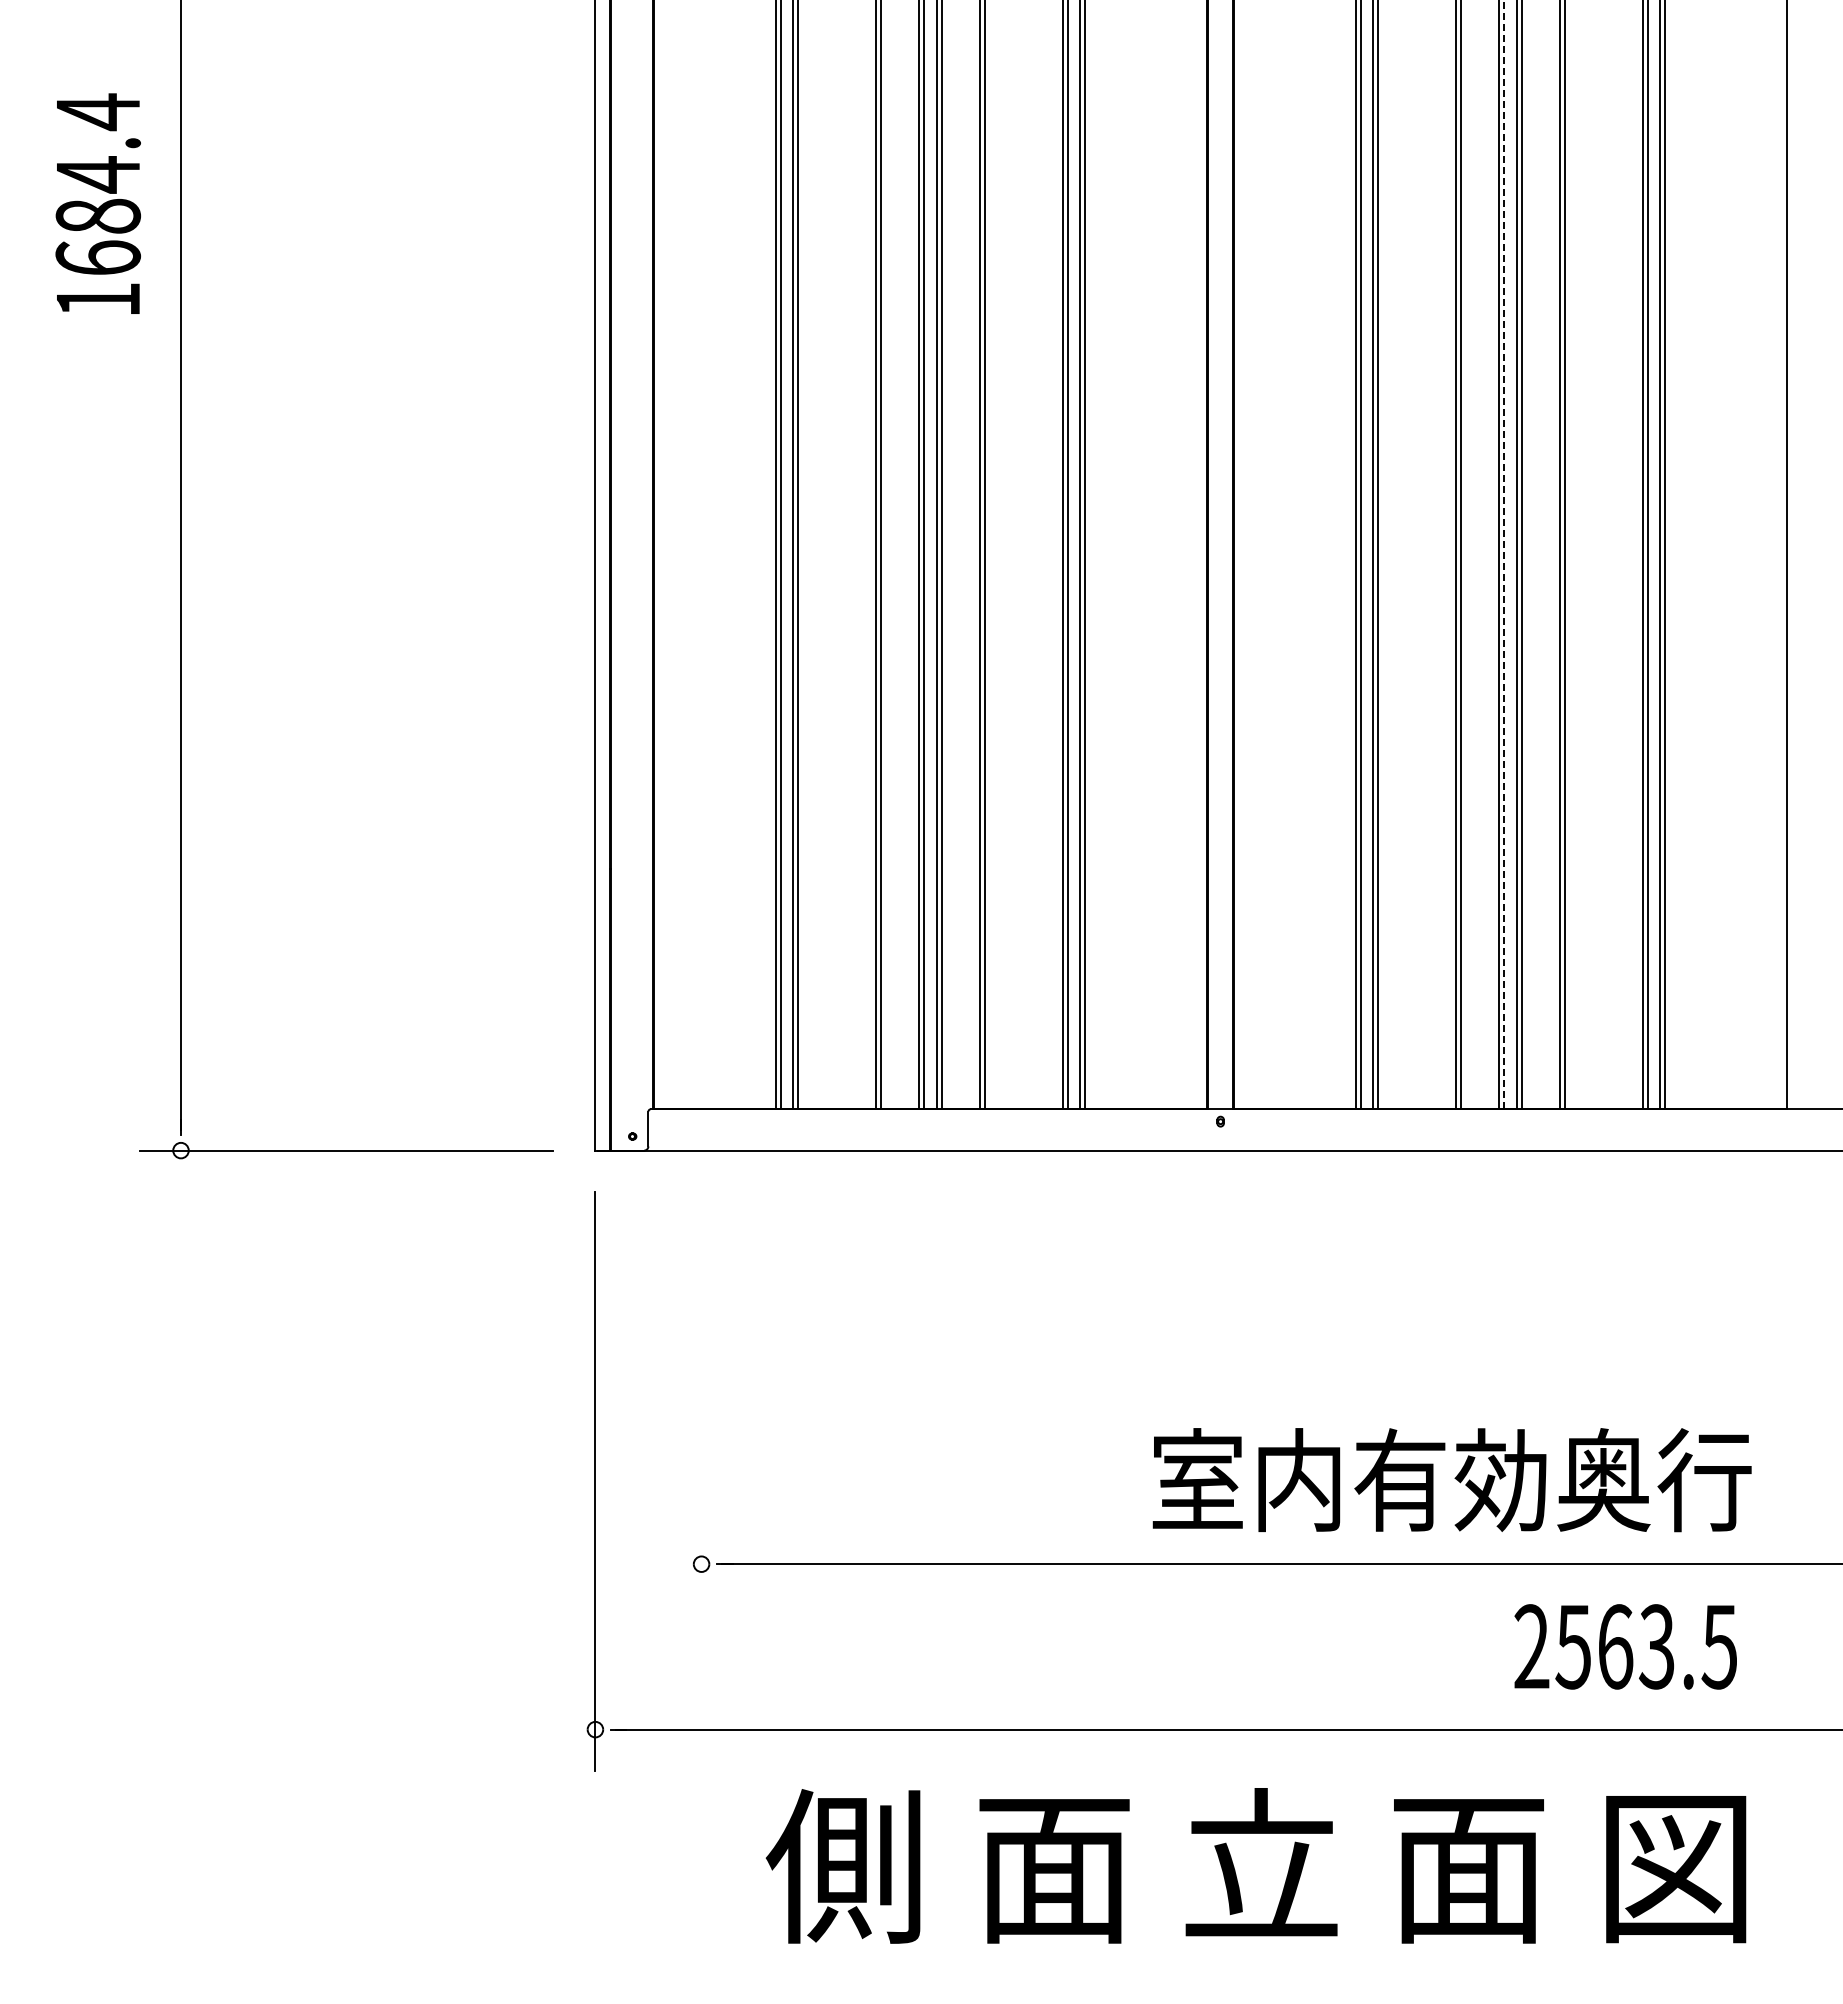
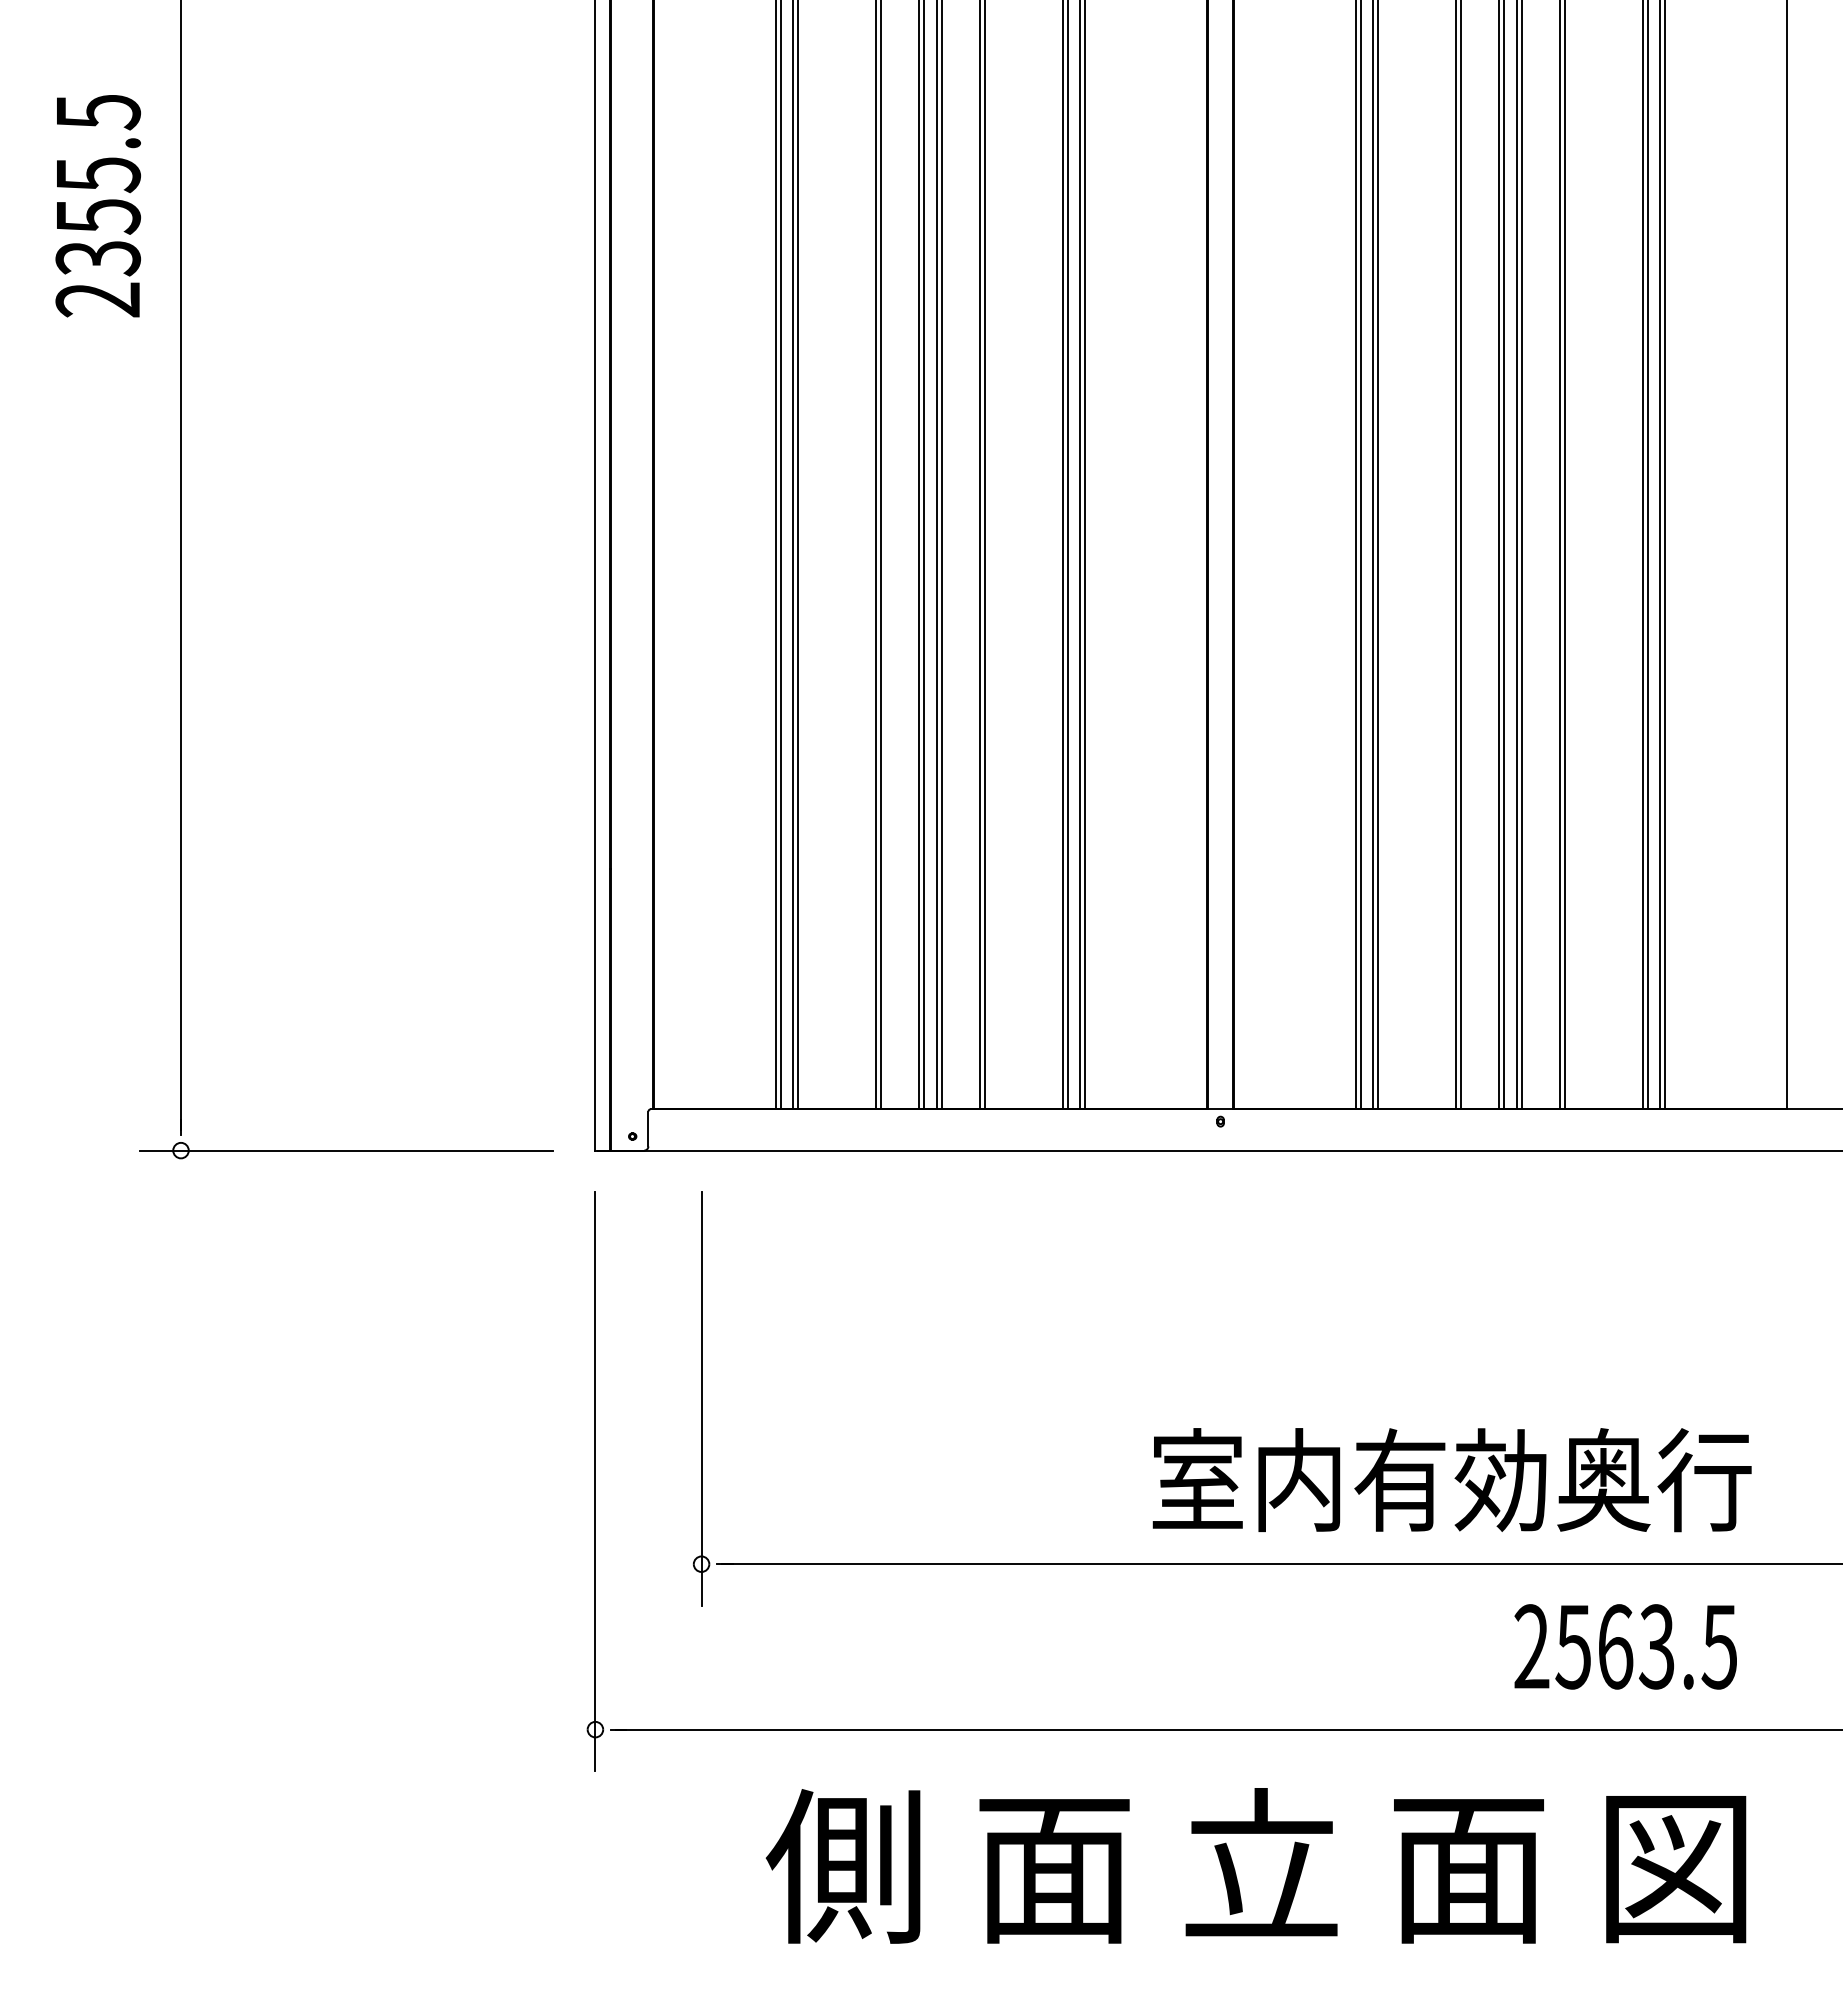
text at (98, 205): 1684.4 -> 2355.5
line at (1503, 554): dashed -> solid
line at (701, 1398): none -> present
